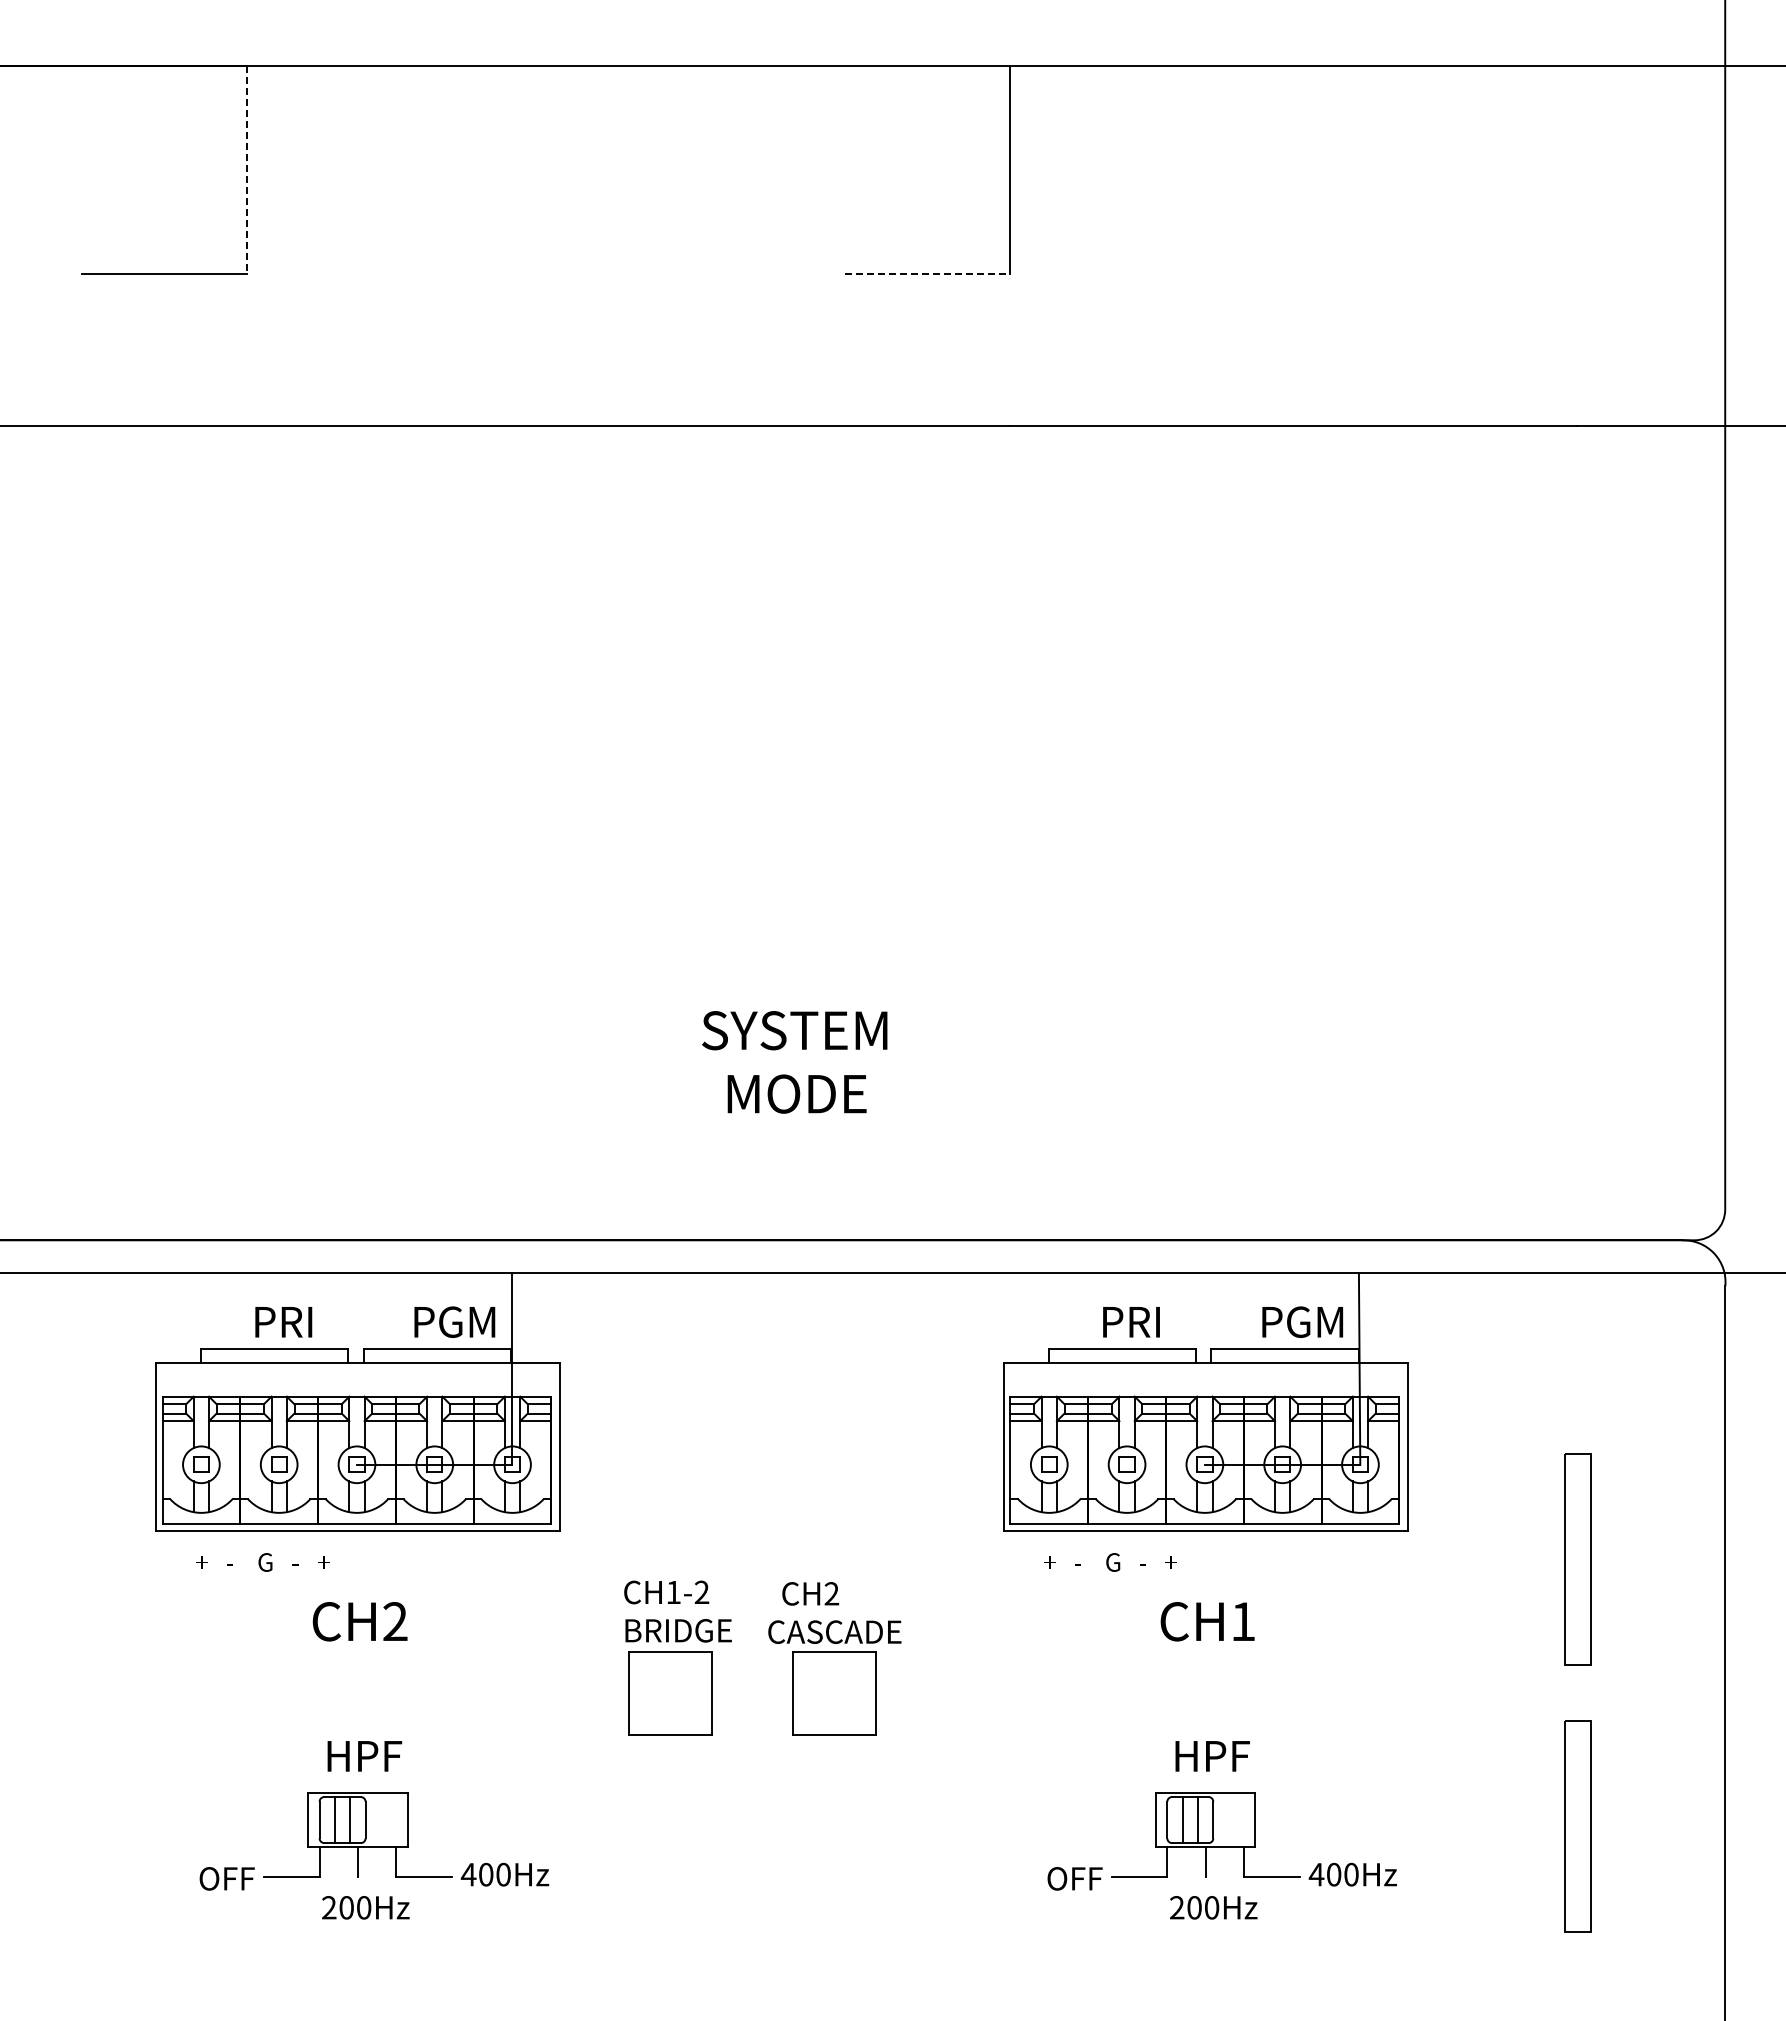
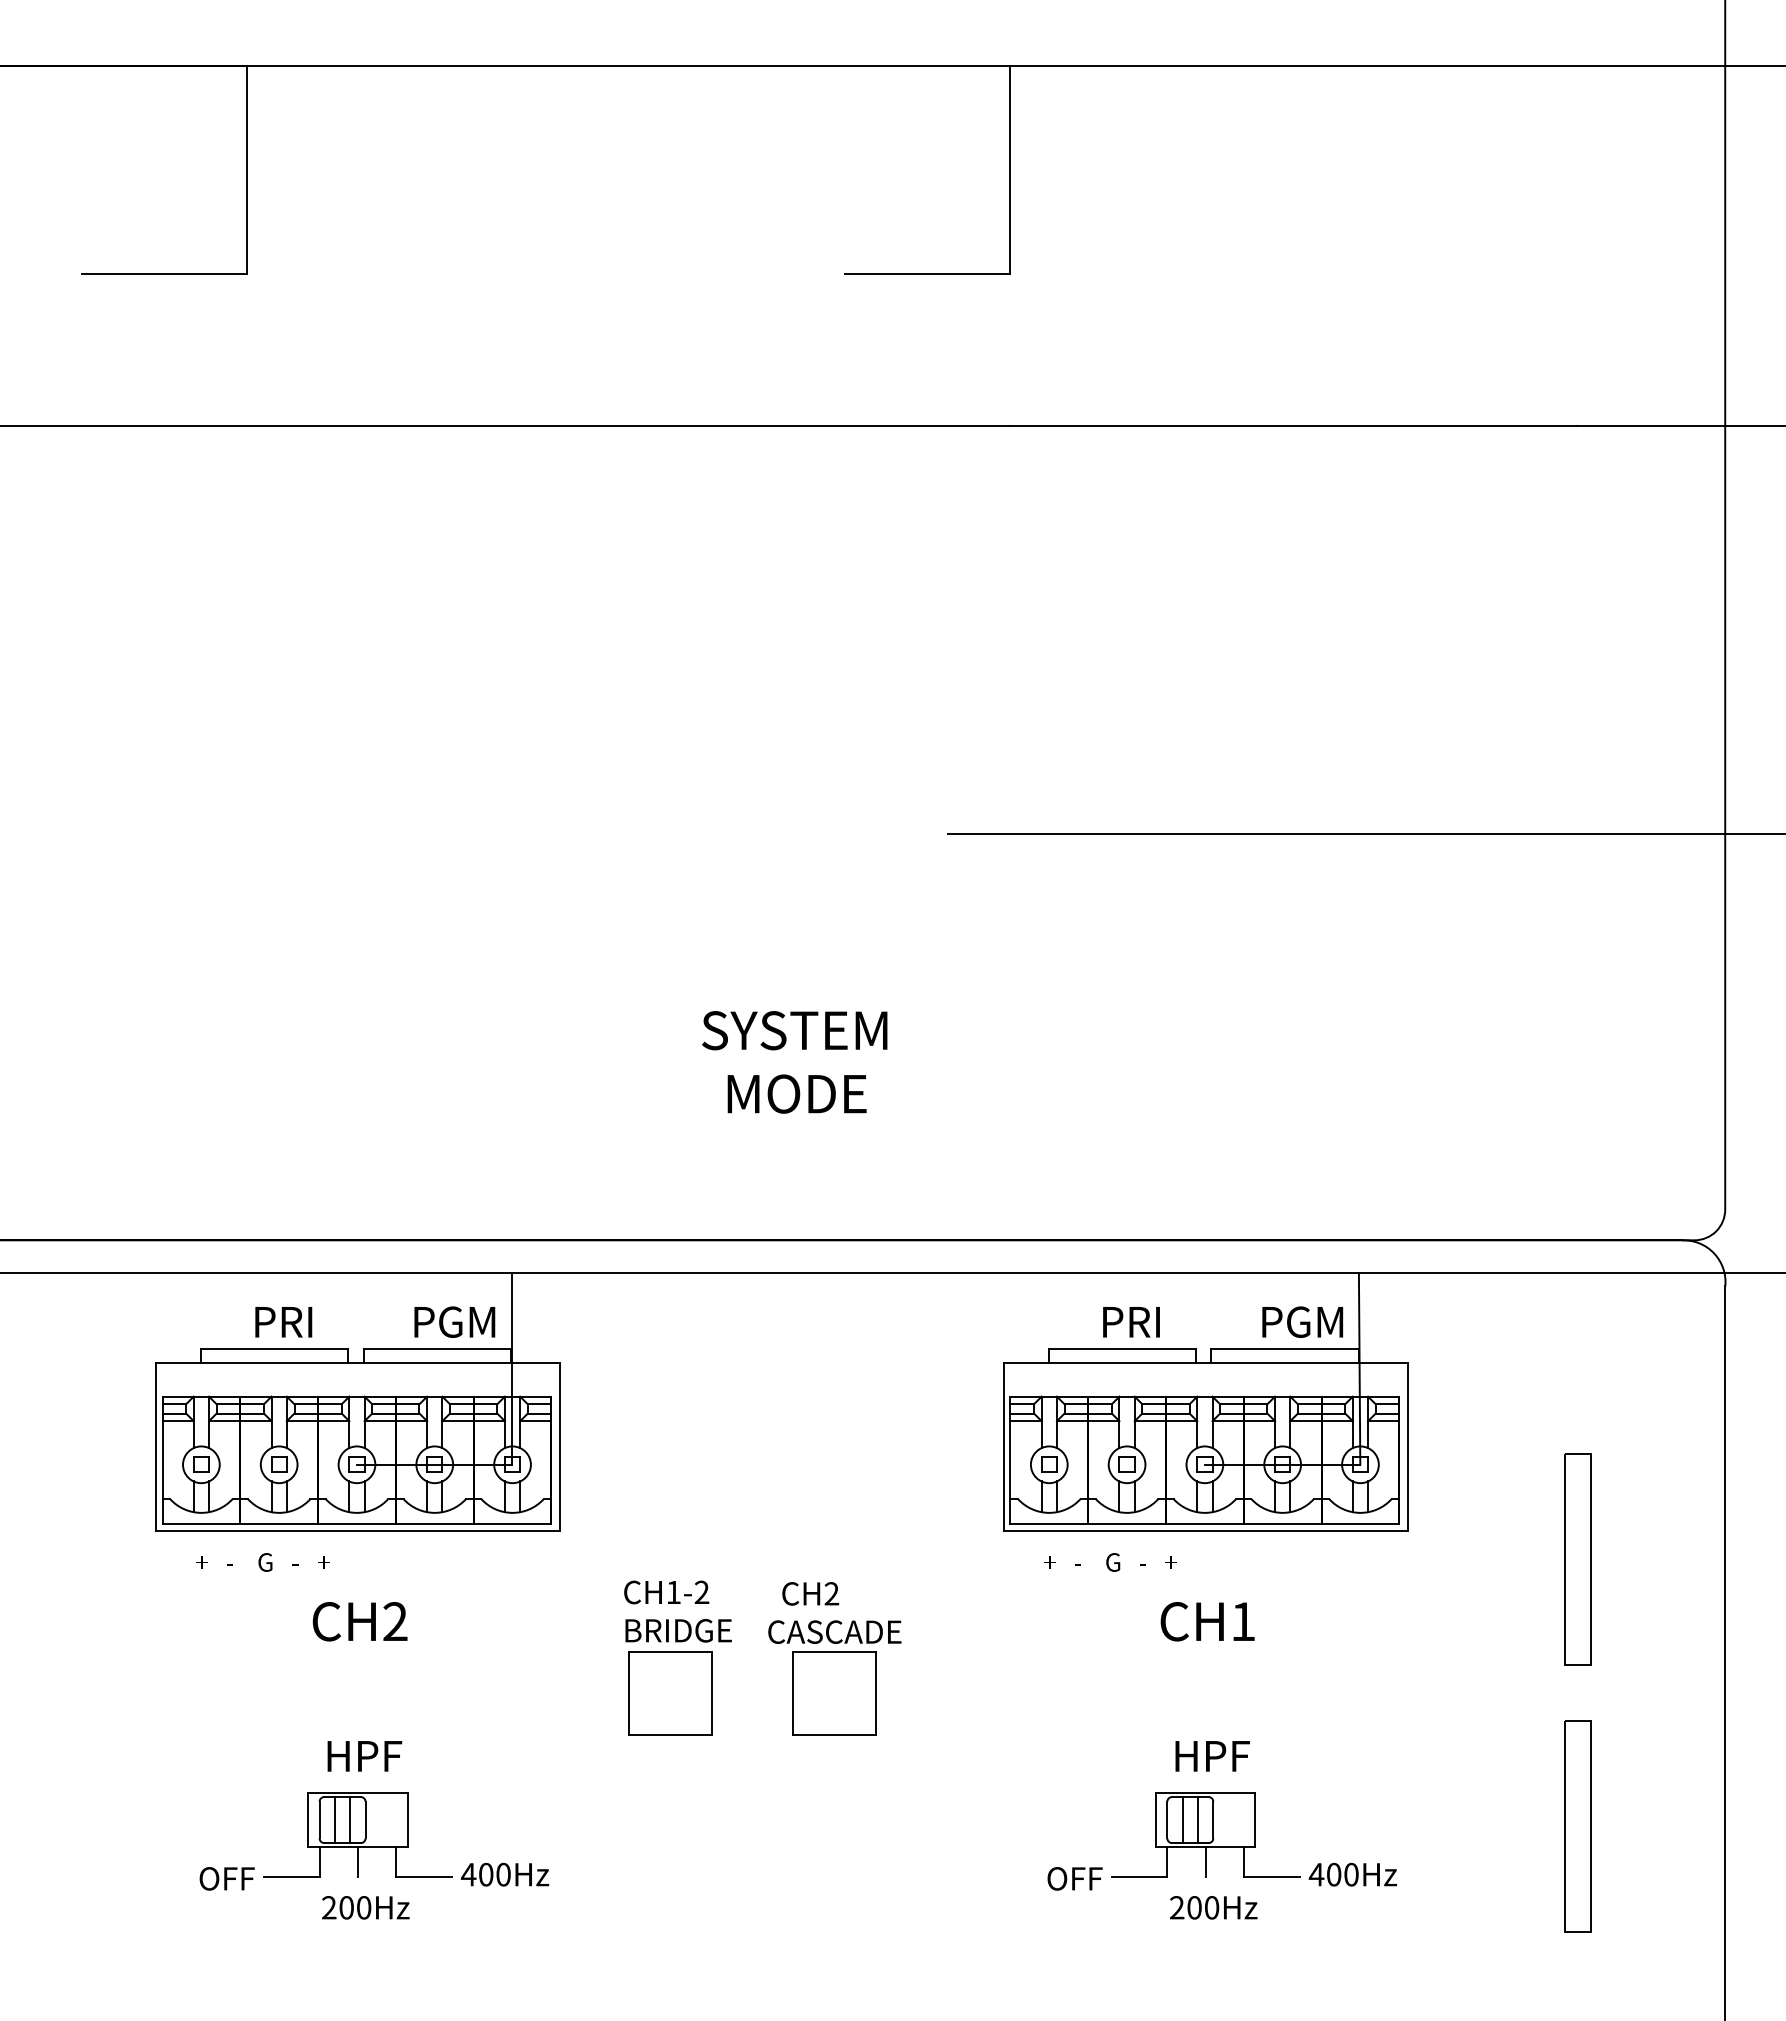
line at (246, 170): dashed -> solid
line at (927, 274): dashed -> solid
line at (1364, 833): none -> present
